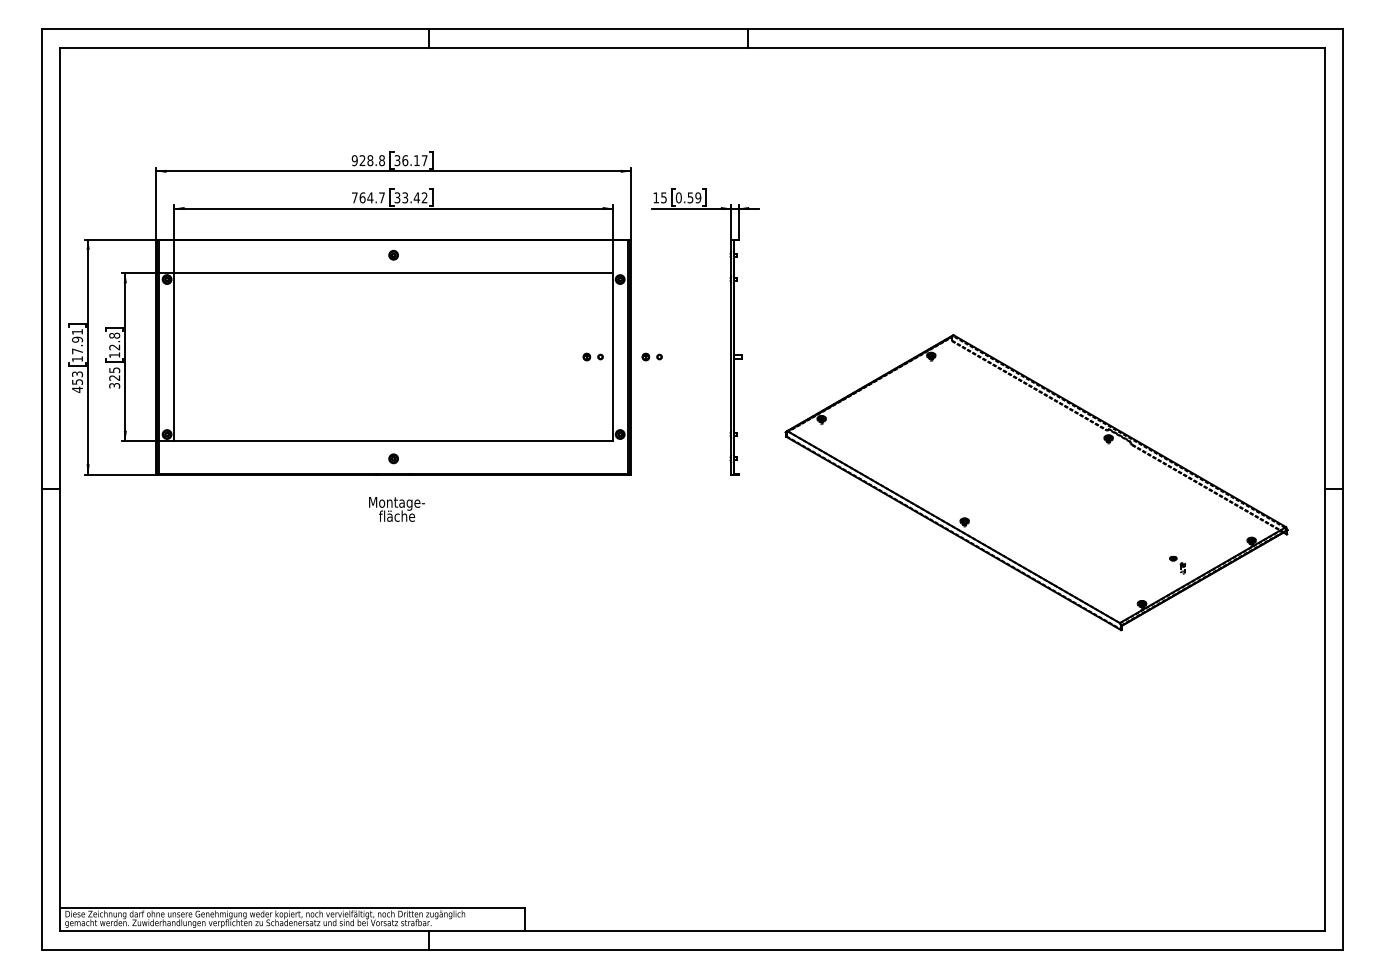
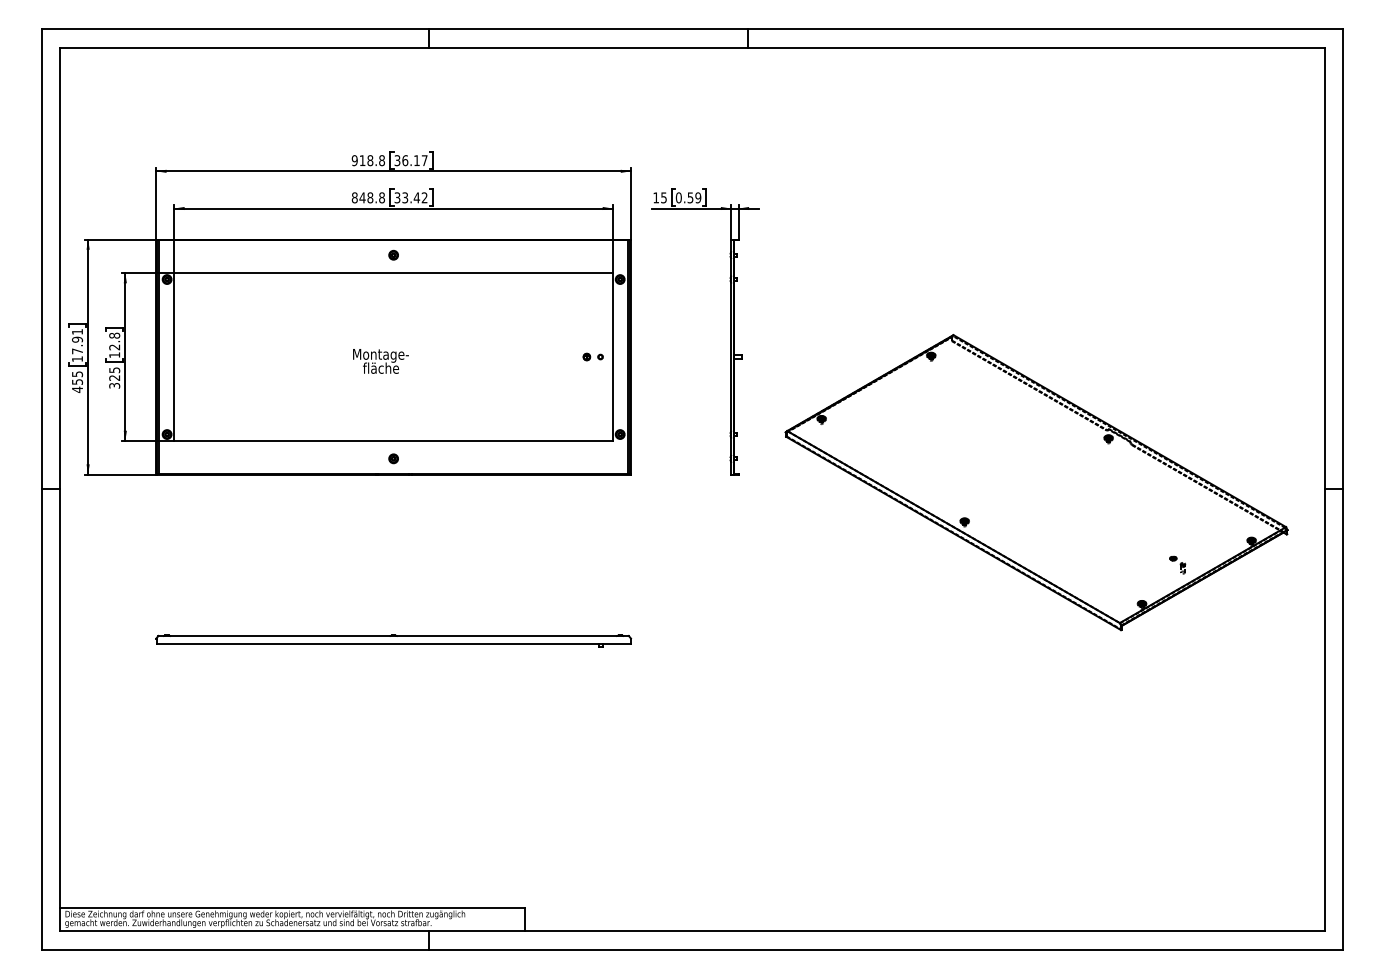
text at (362, 160): 928.8 -> 918.8
text at (367, 197): 764.7 -> 848.8
part at (651, 356): present -> none
text at (77, 373): 453 -> 455
text at (396, 509) position: (396, 509) -> (380, 361)
part at (393, 640): none -> present
